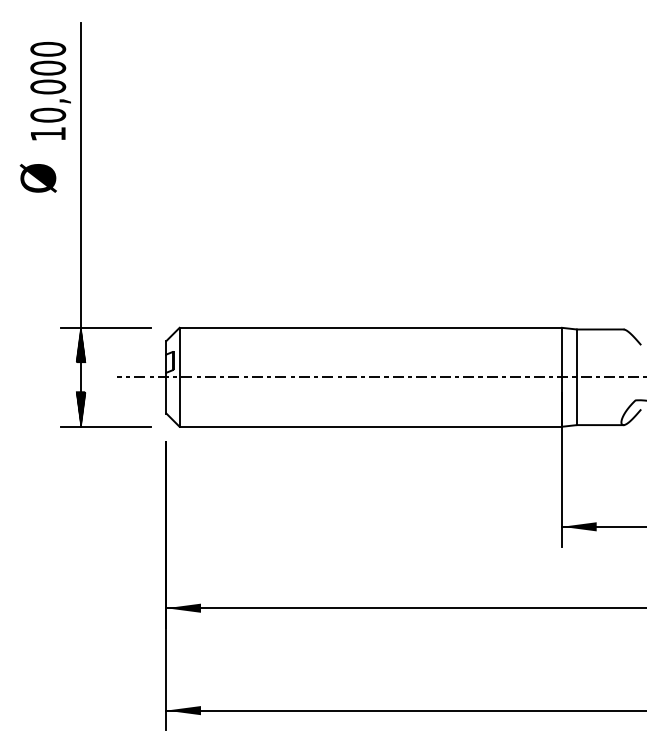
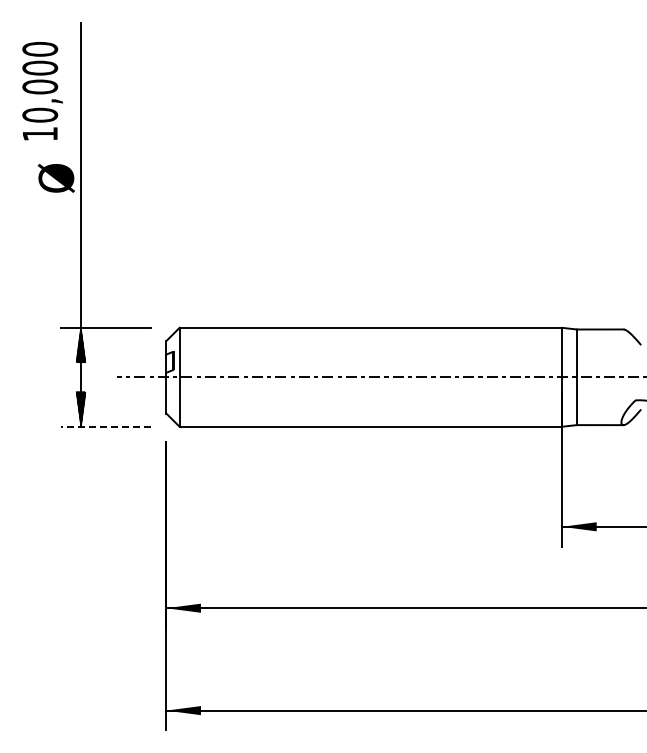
text at (50, 91) position: (50, 91) -> (42, 91)
text at (37, 178) position: (37, 178) -> (55, 178)
line at (105, 426): solid -> dashed
